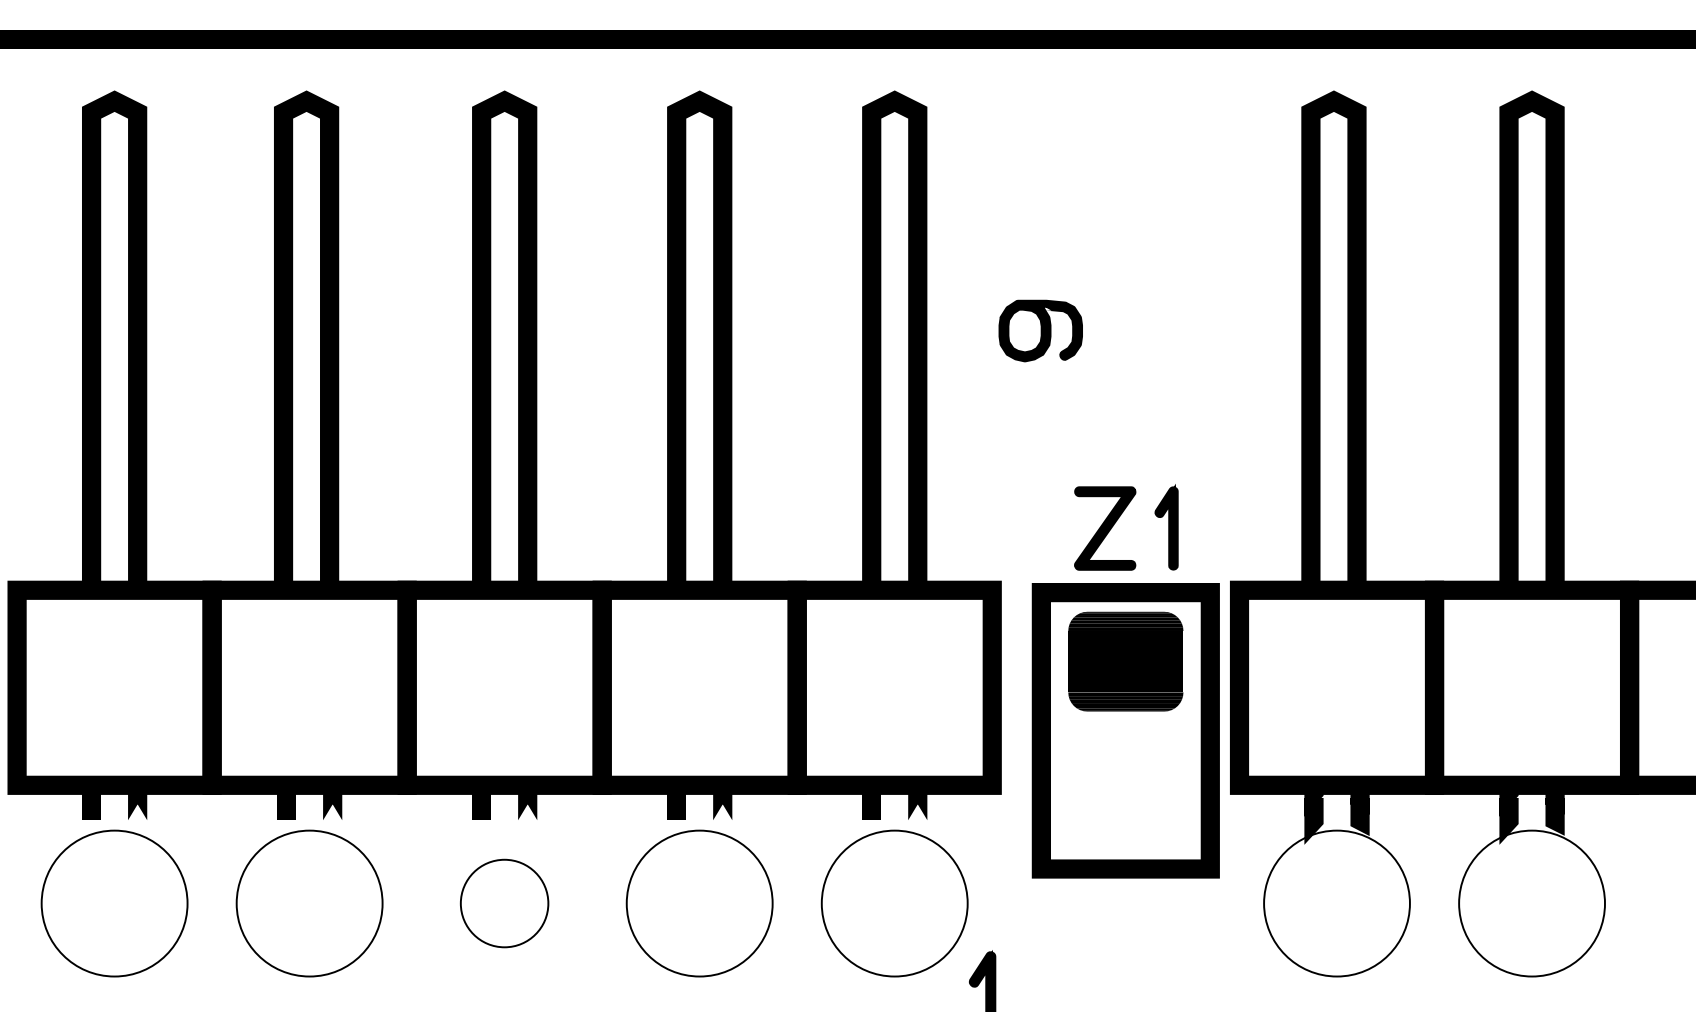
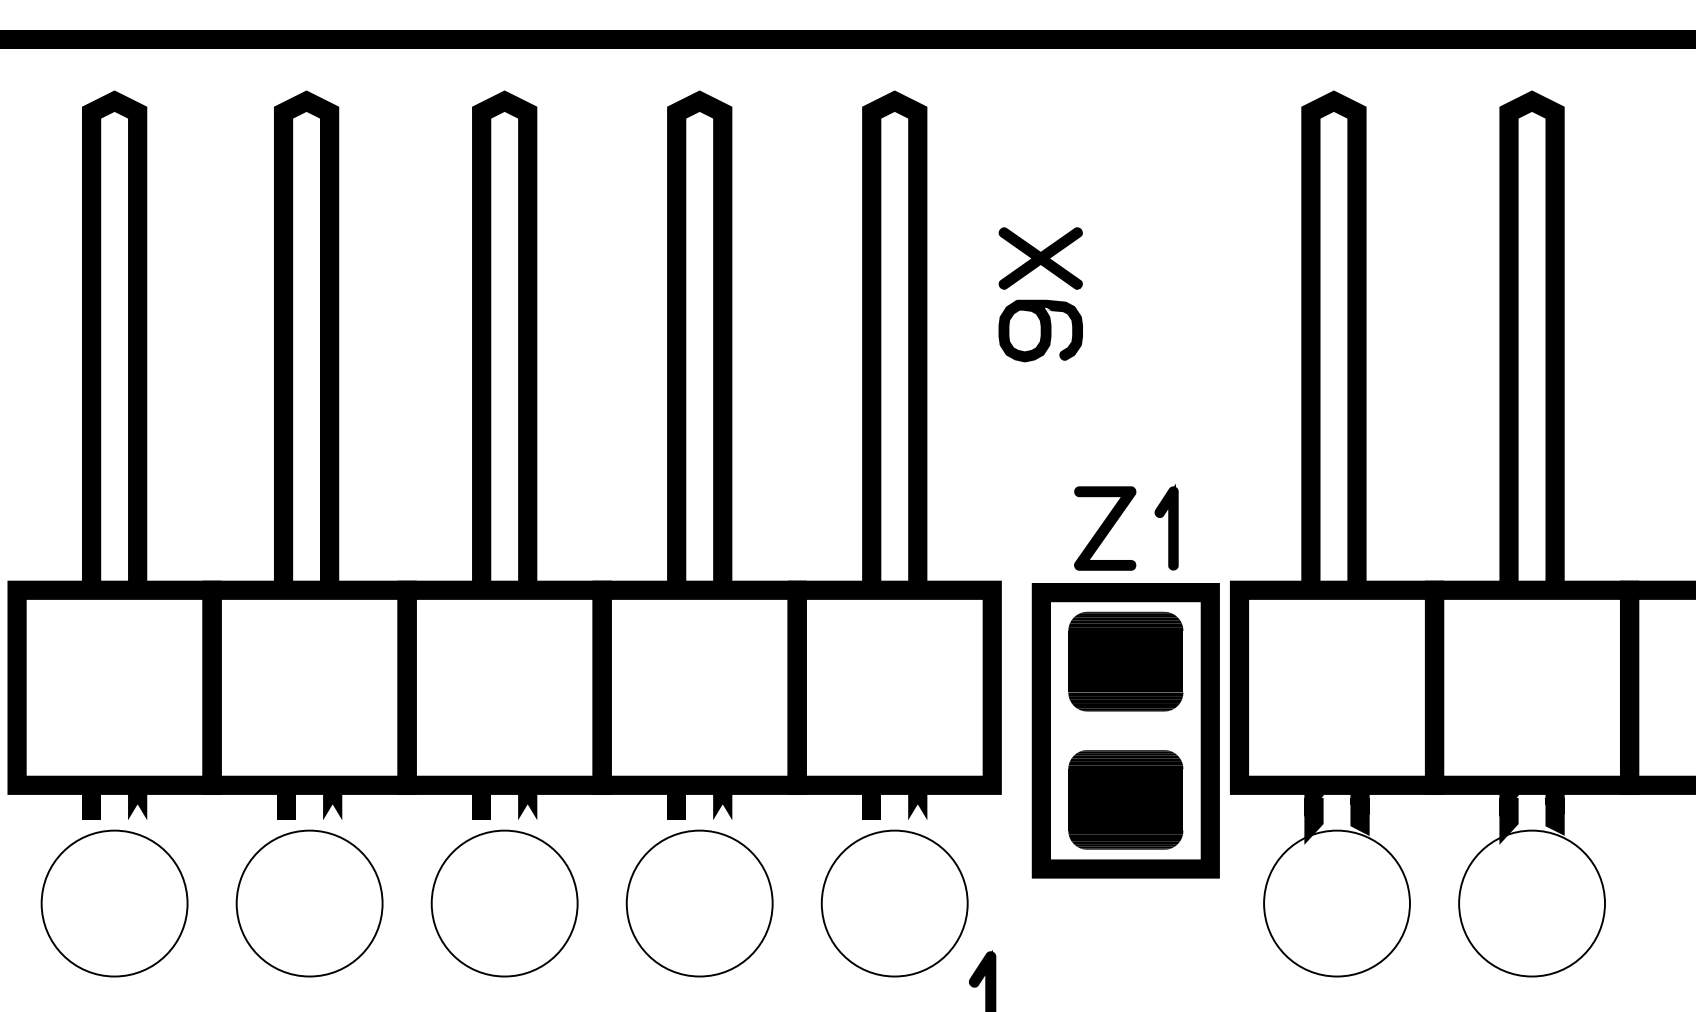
part at (1040, 258): none -> present
part at (1125, 799): none -> present
part at (504, 903) size: 90x91 px -> 149x149 px
